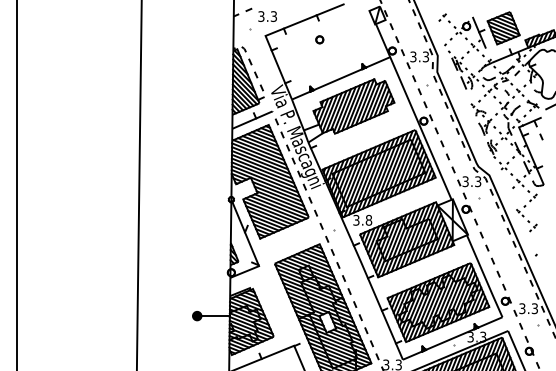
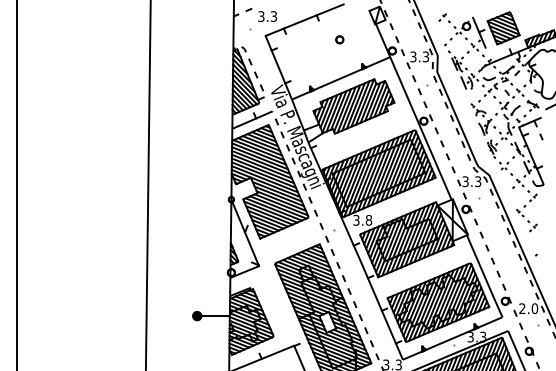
part at (319, 39) position: (319, 39) -> (339, 39)
line at (138, 184) position: (138, 184) -> (147, 184)
text at (528, 308): 3.3 -> 2.0
